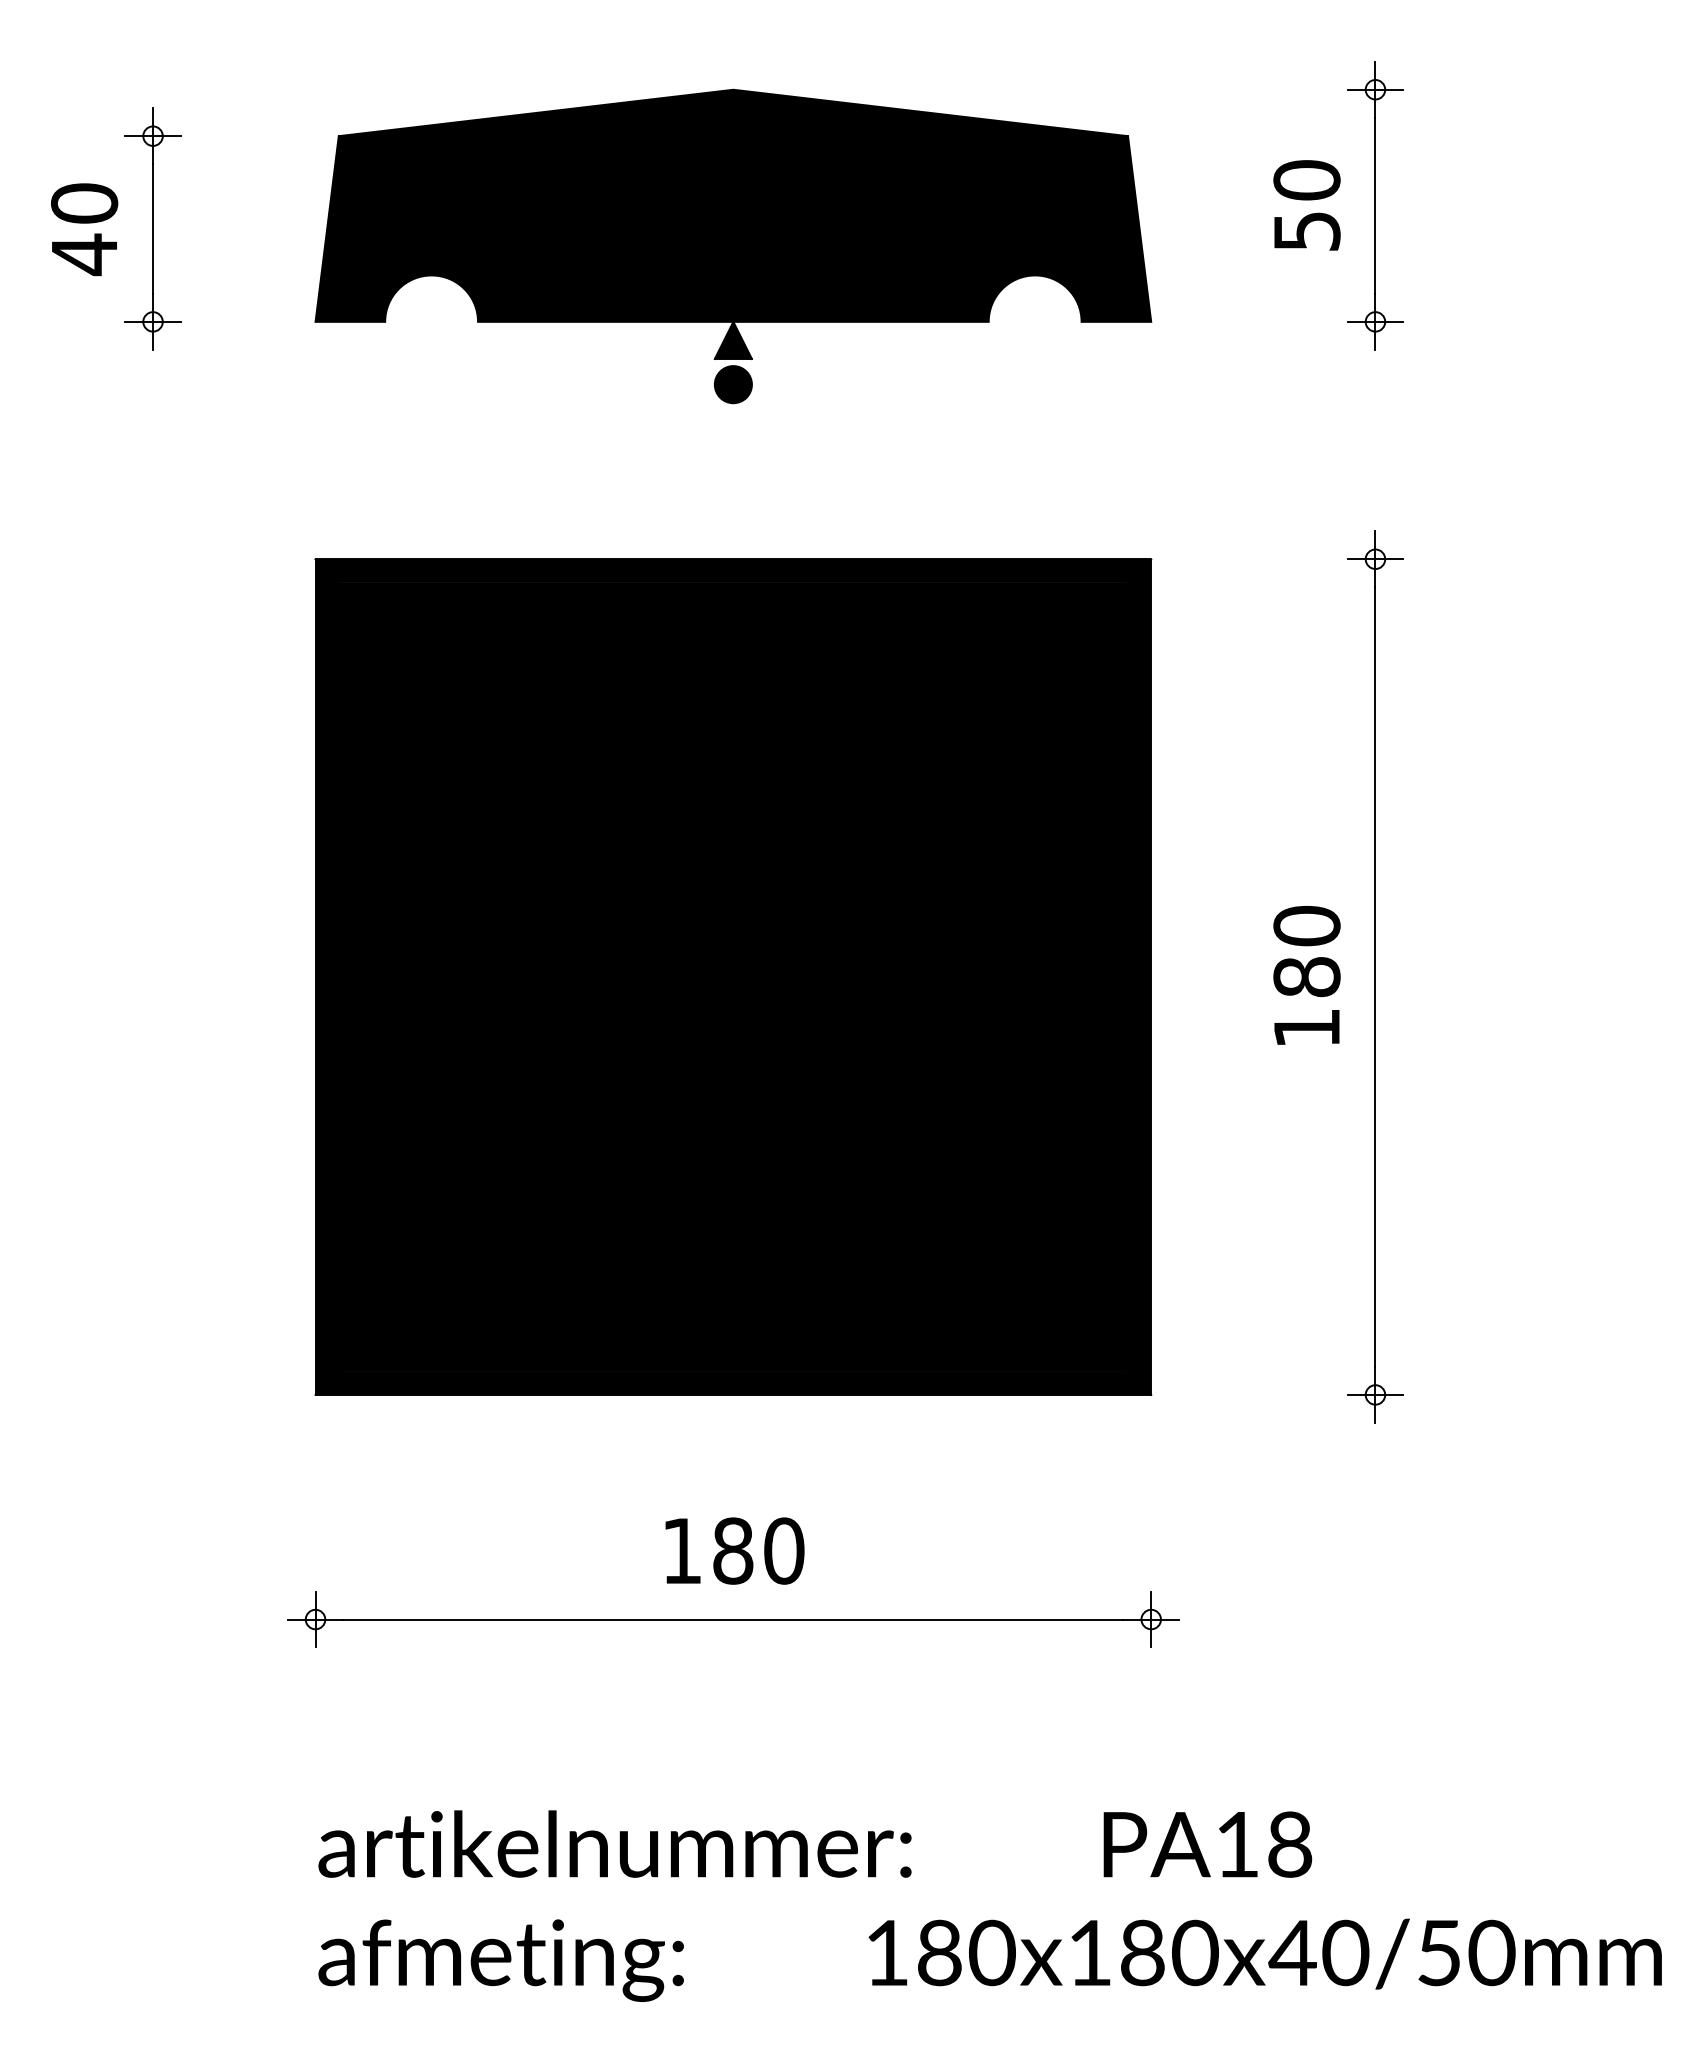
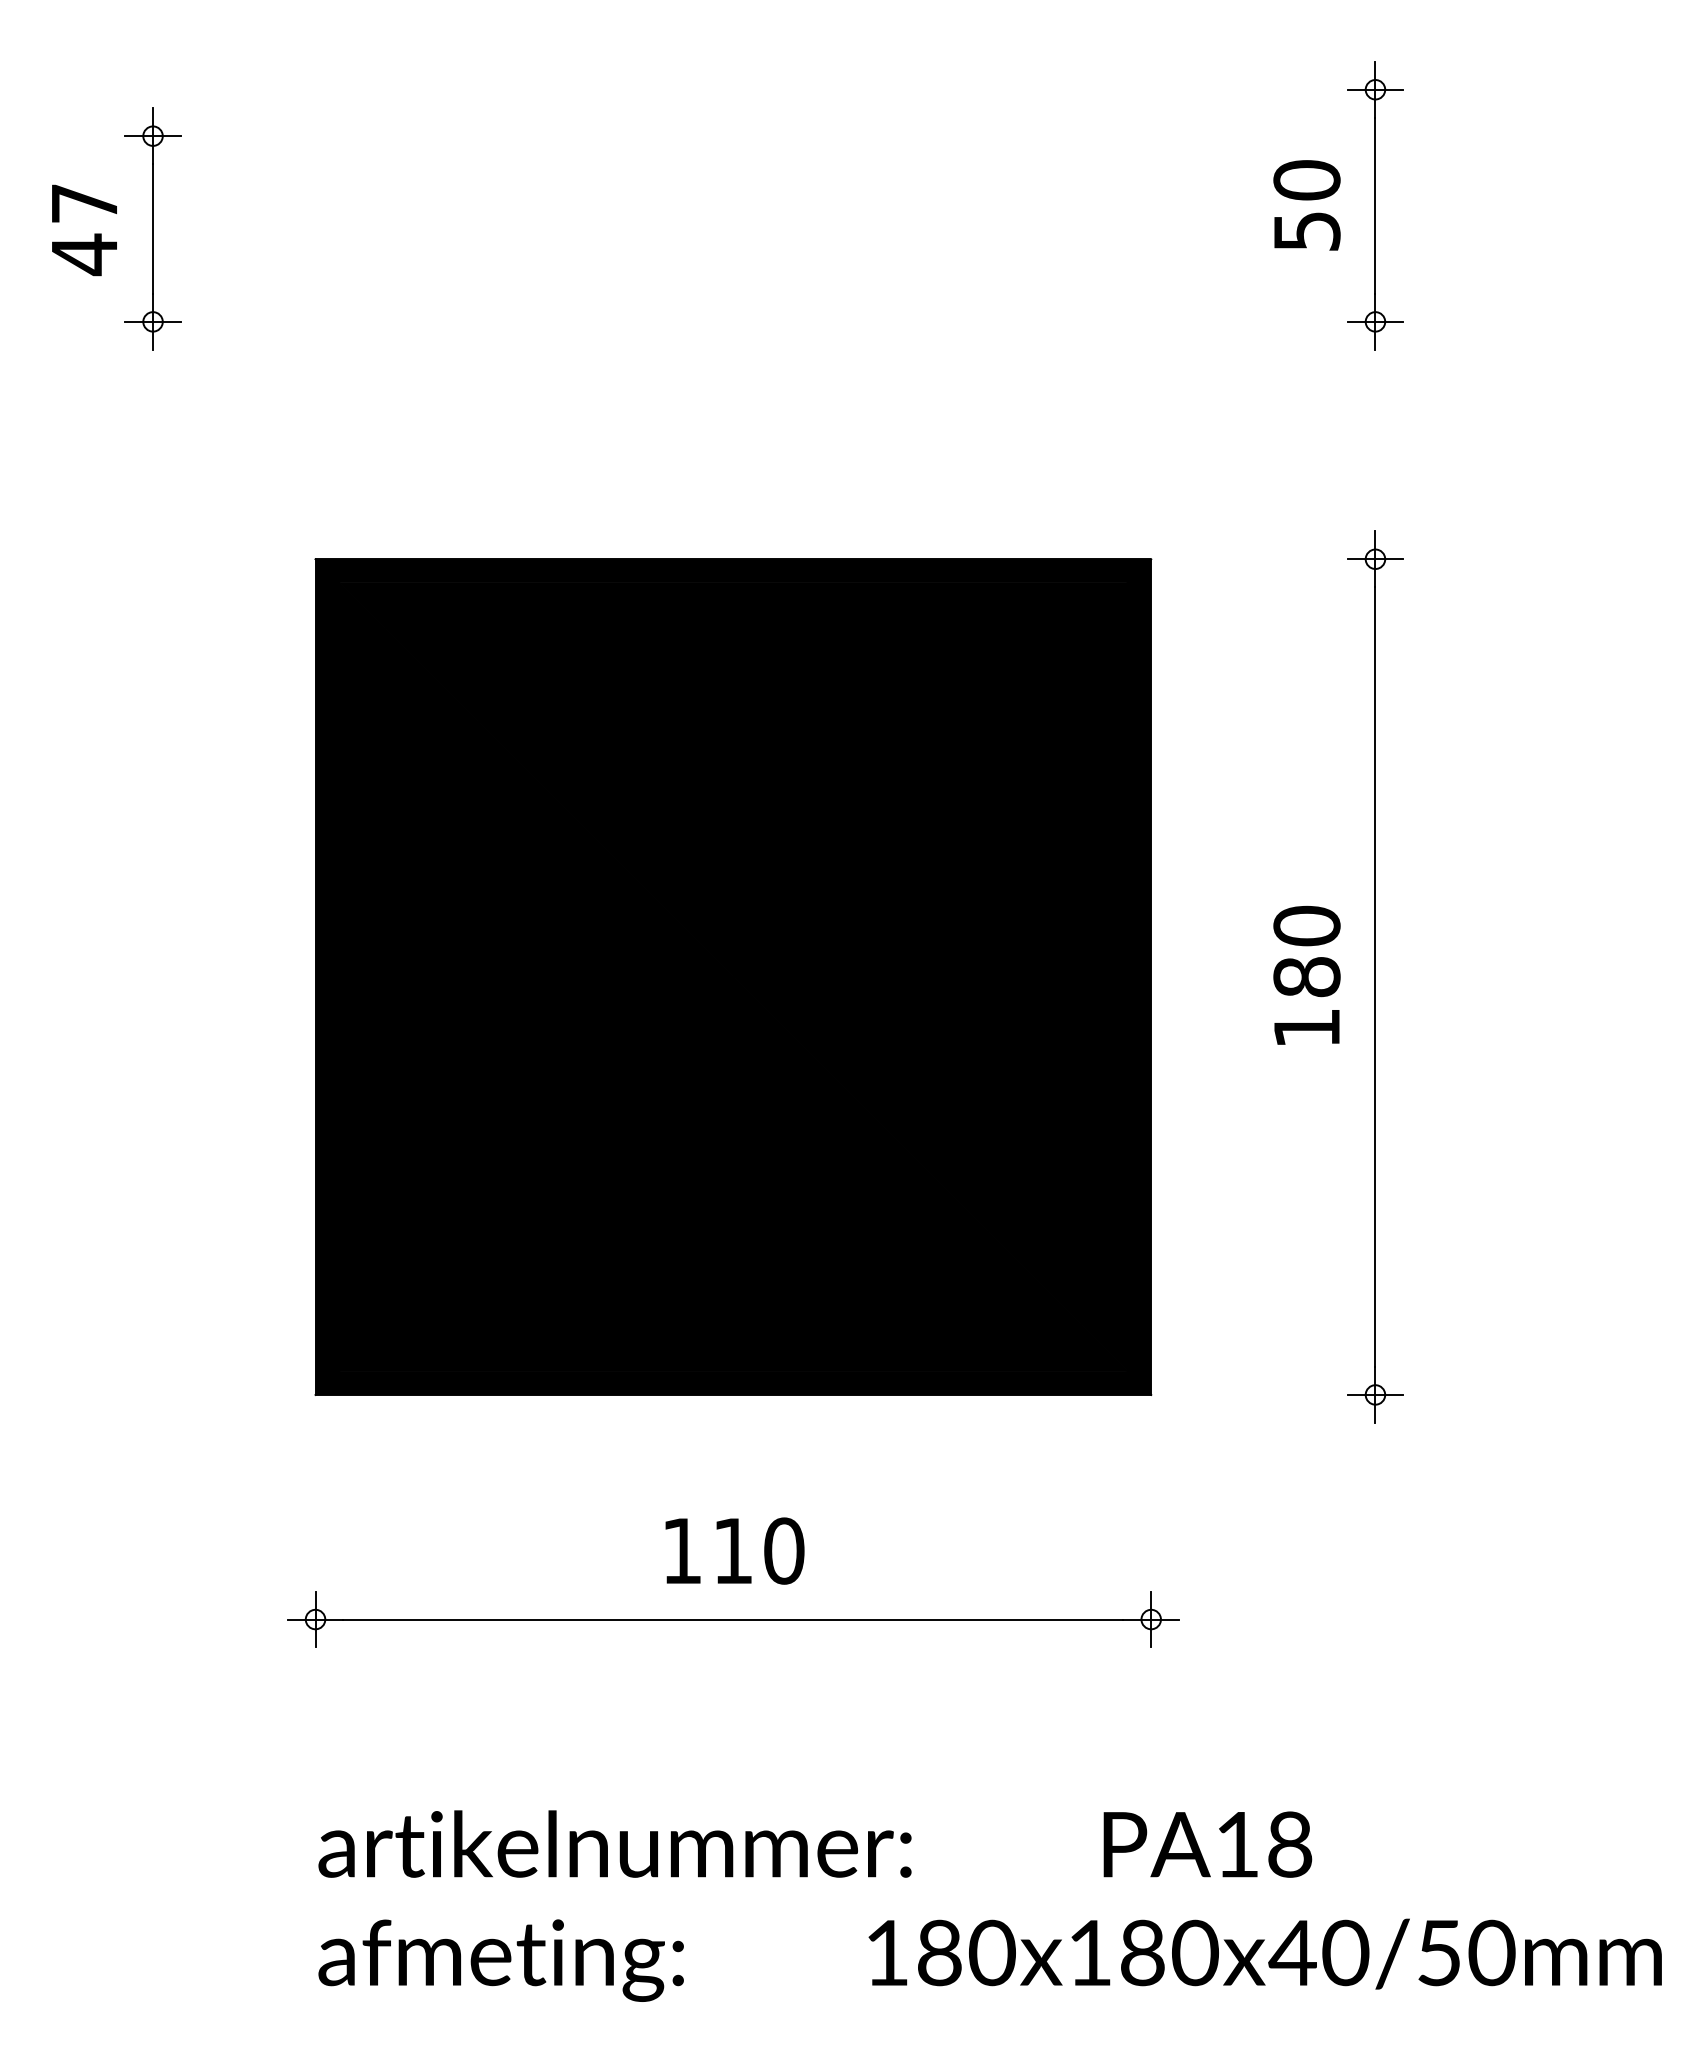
text at (84, 203): 40 -> 47
part at (733, 246): present -> none
text at (733, 1550): 180 -> 110
